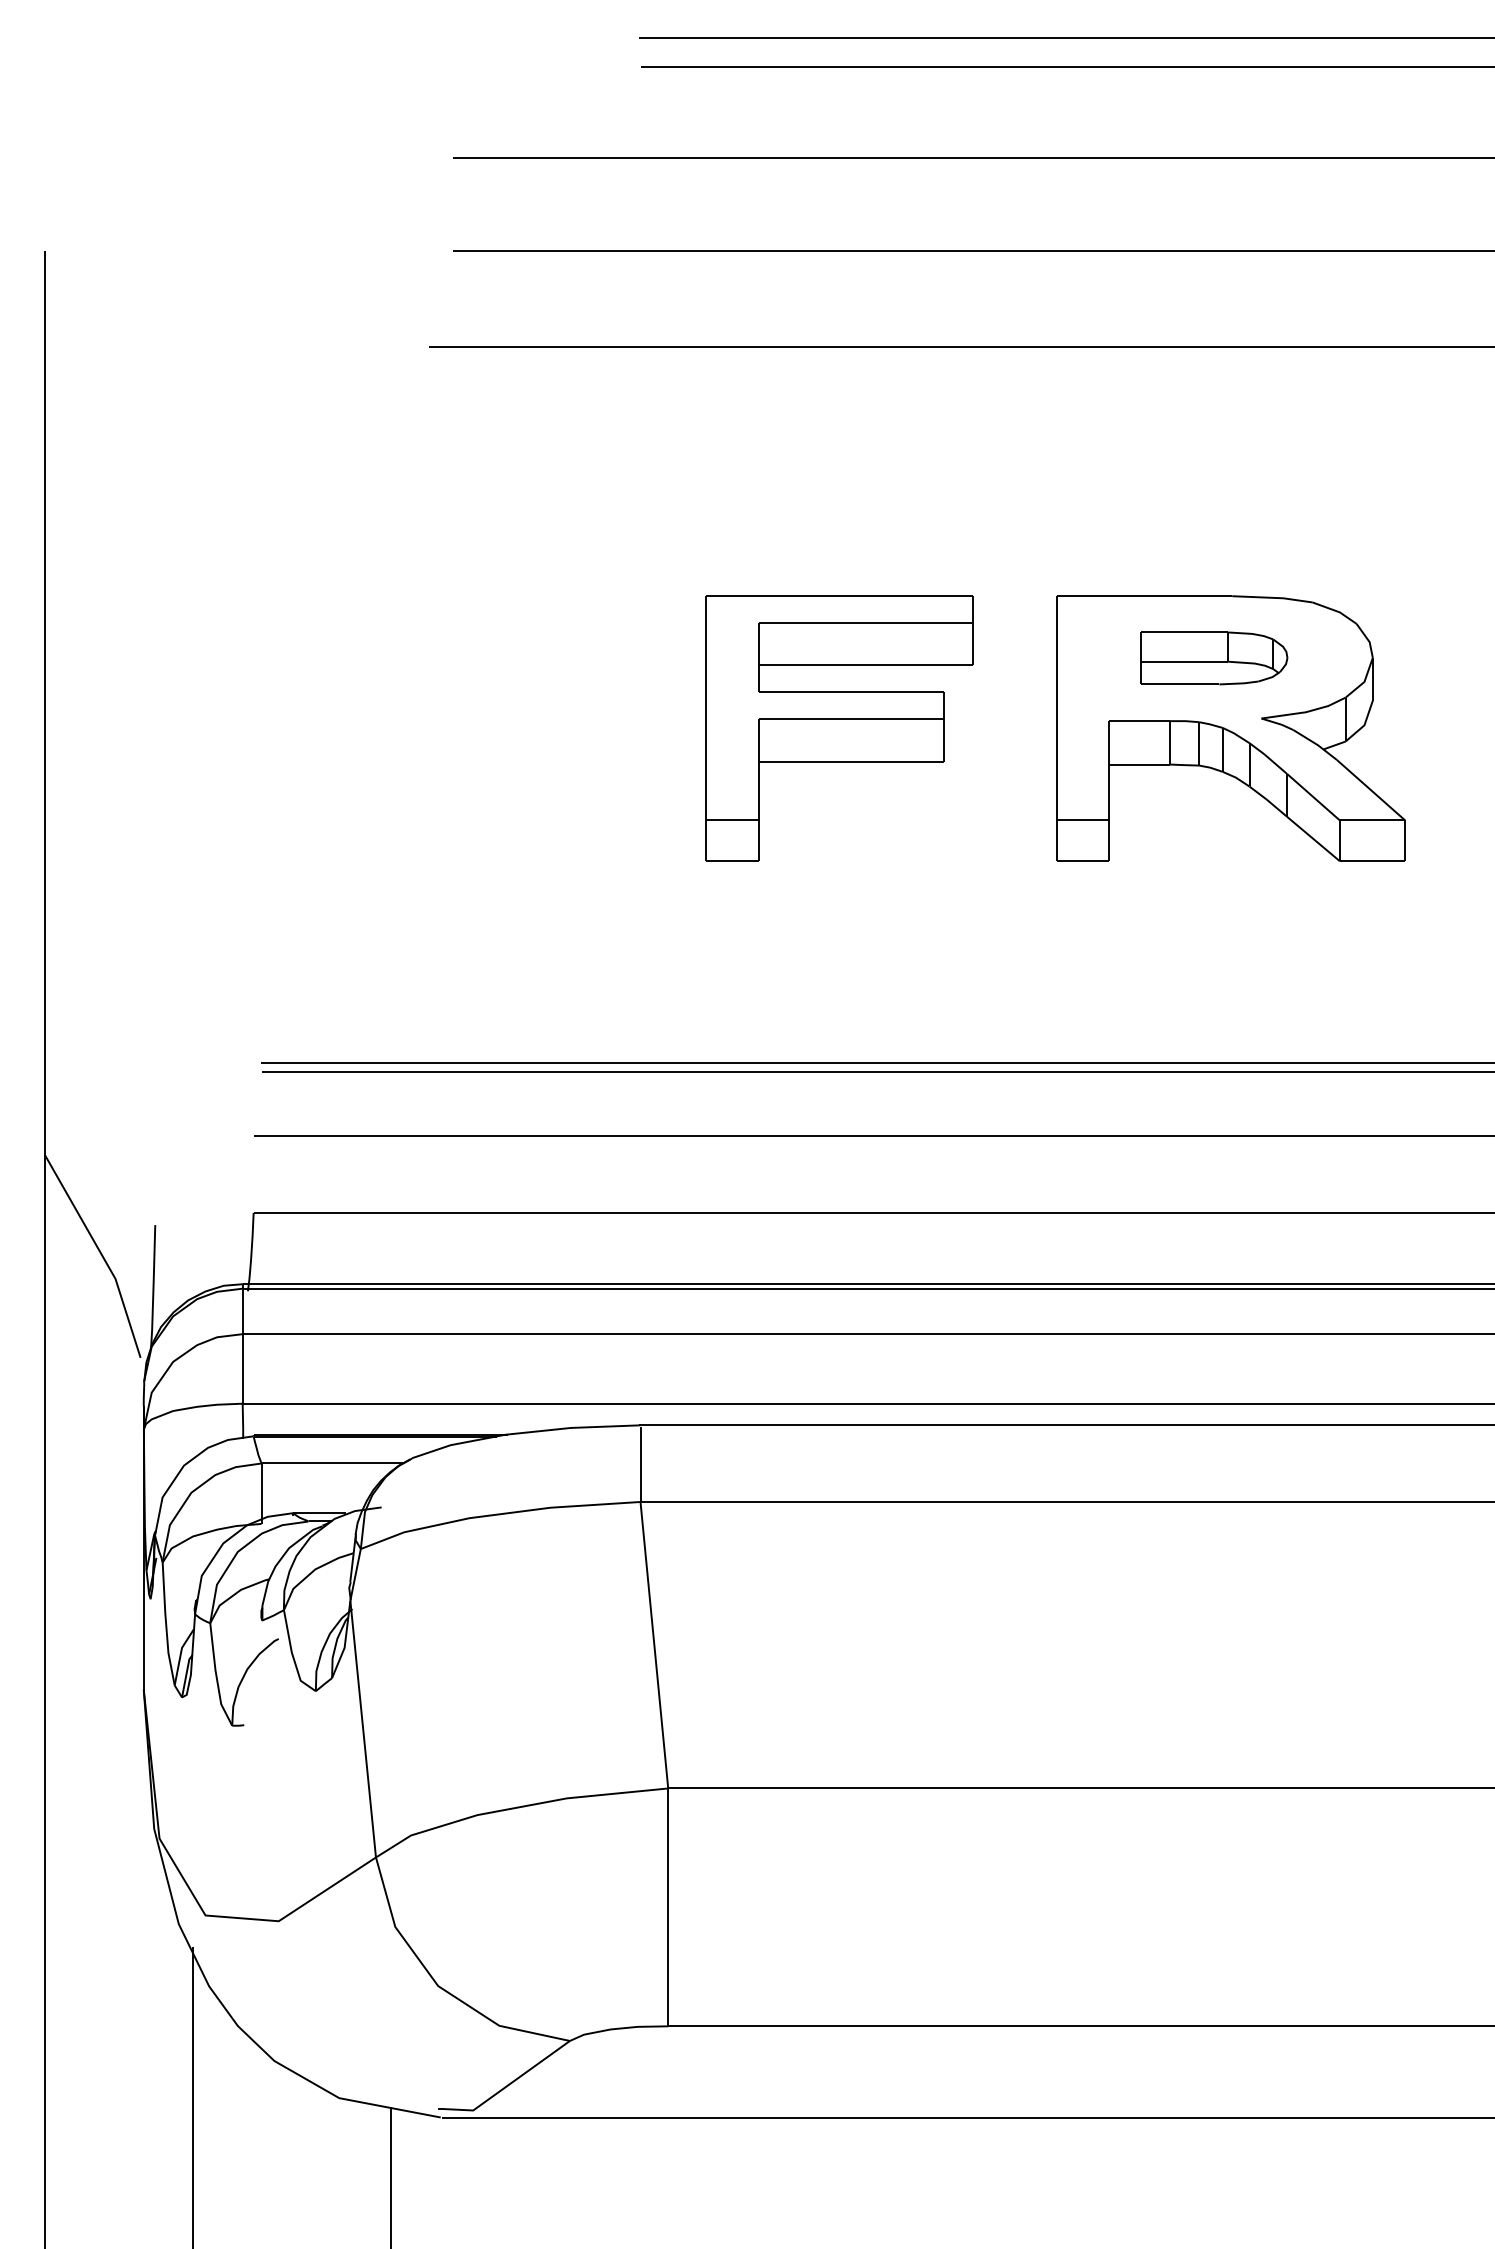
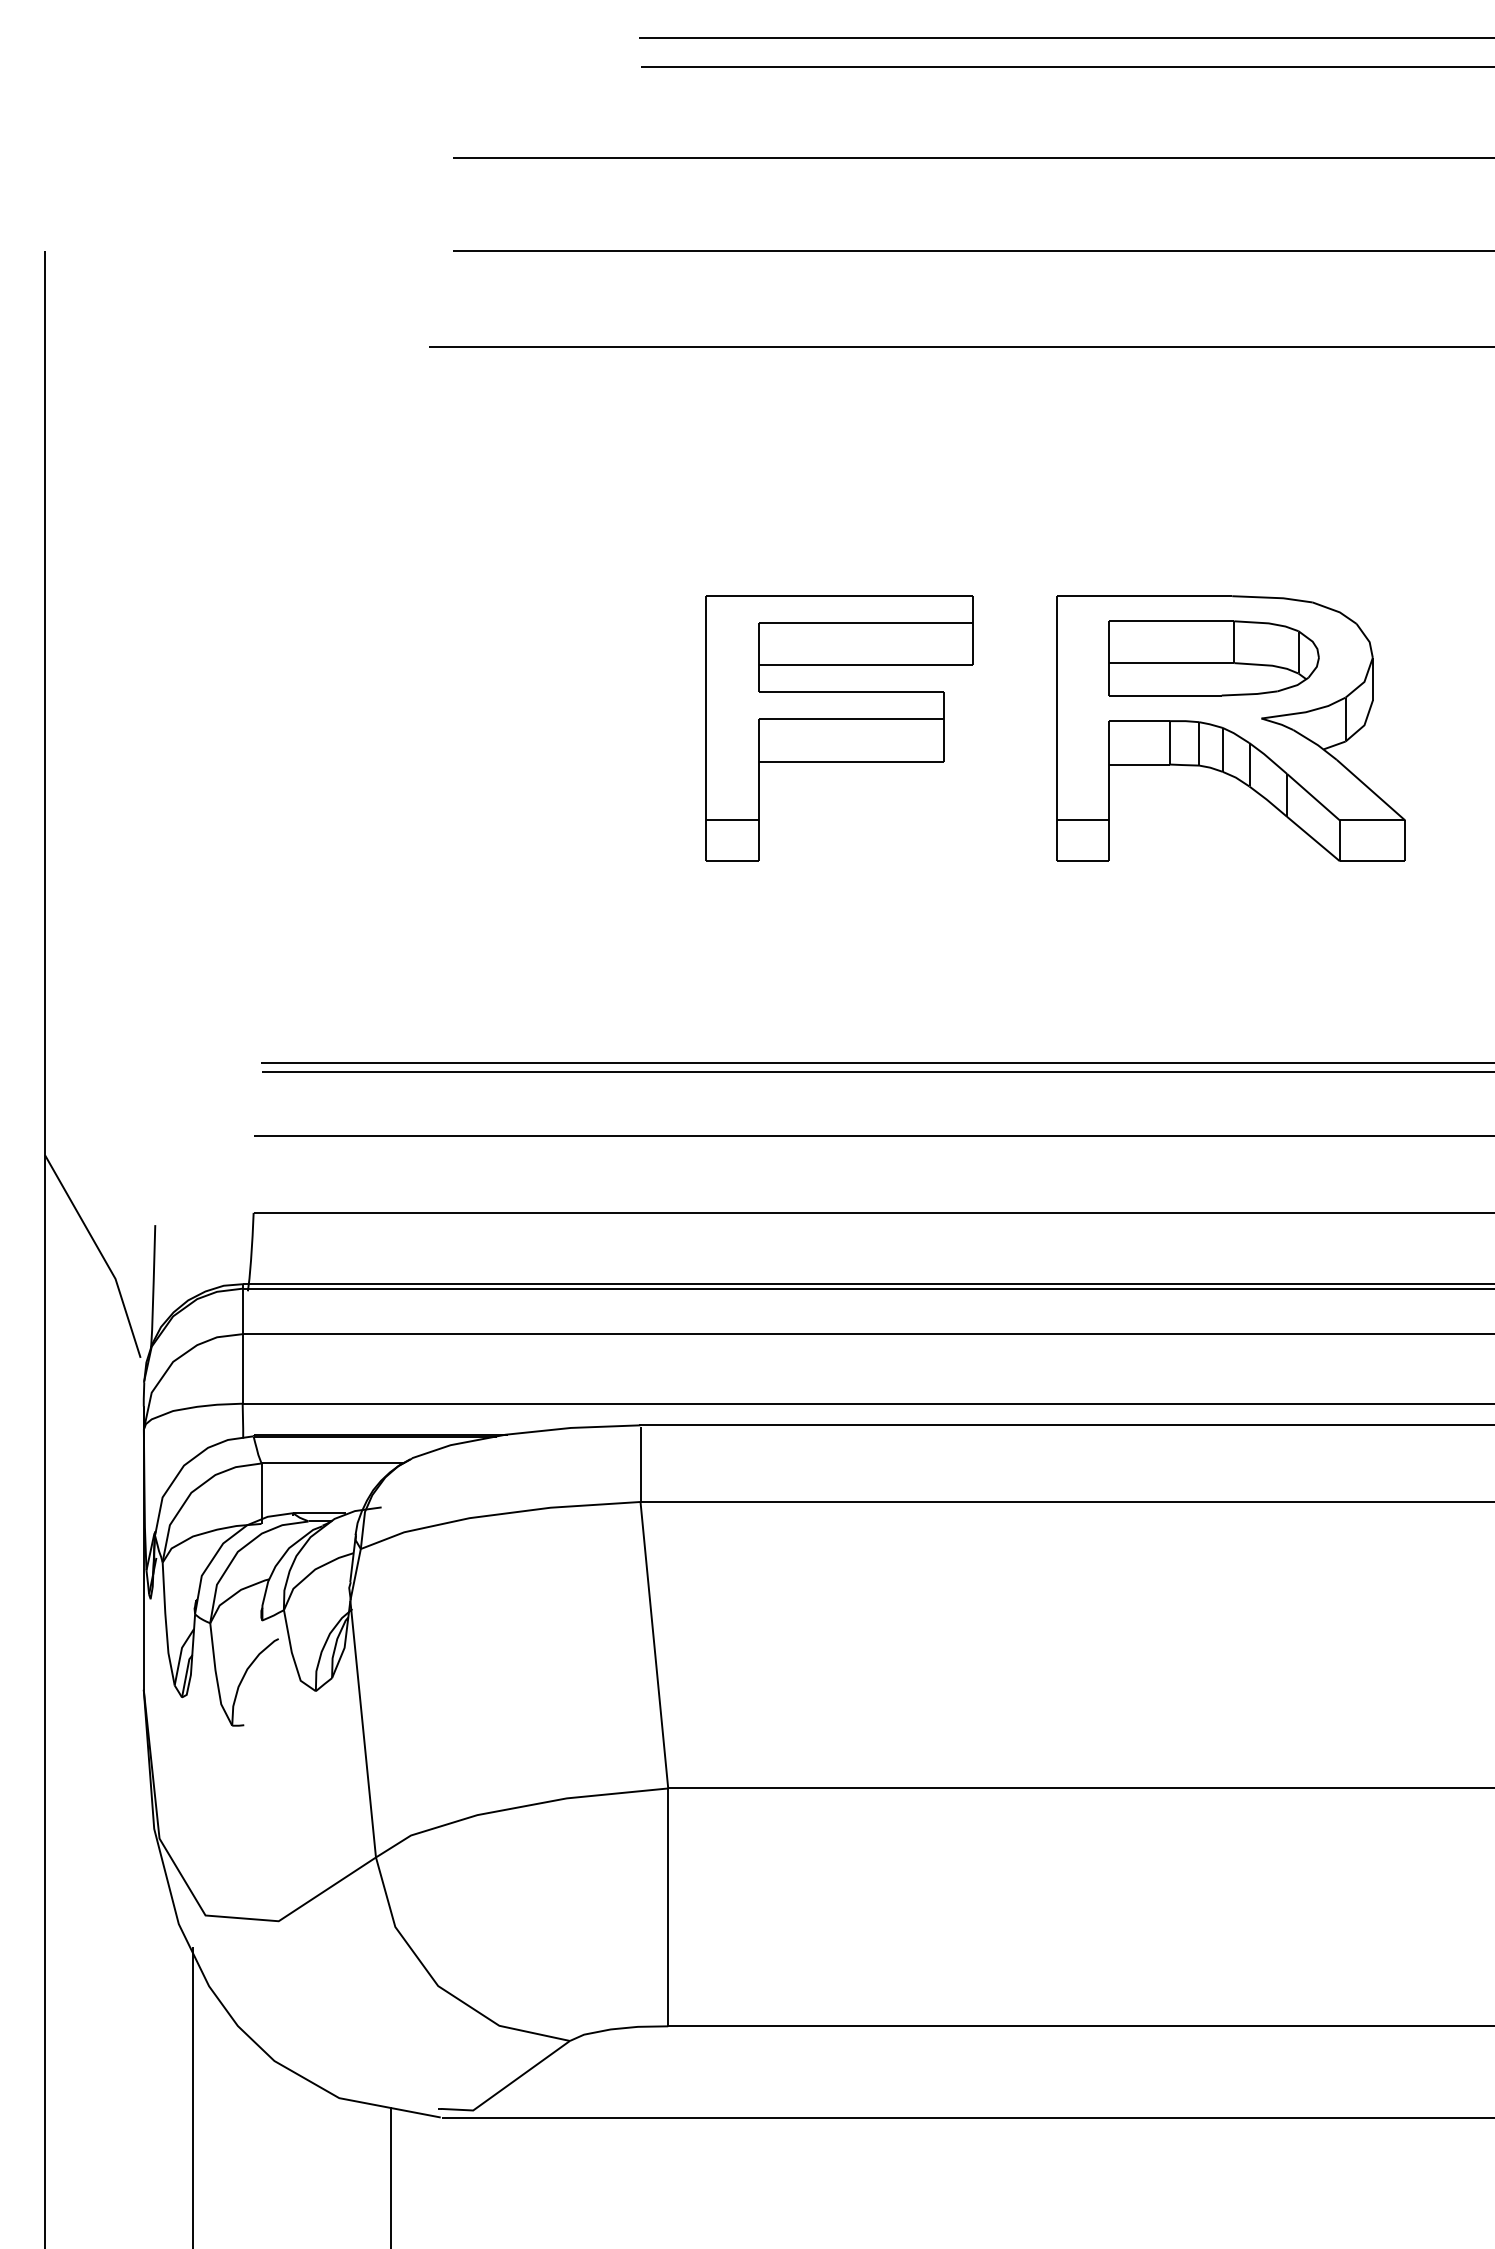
part at (1214, 658) size: 149x55 px -> 212x77 px
